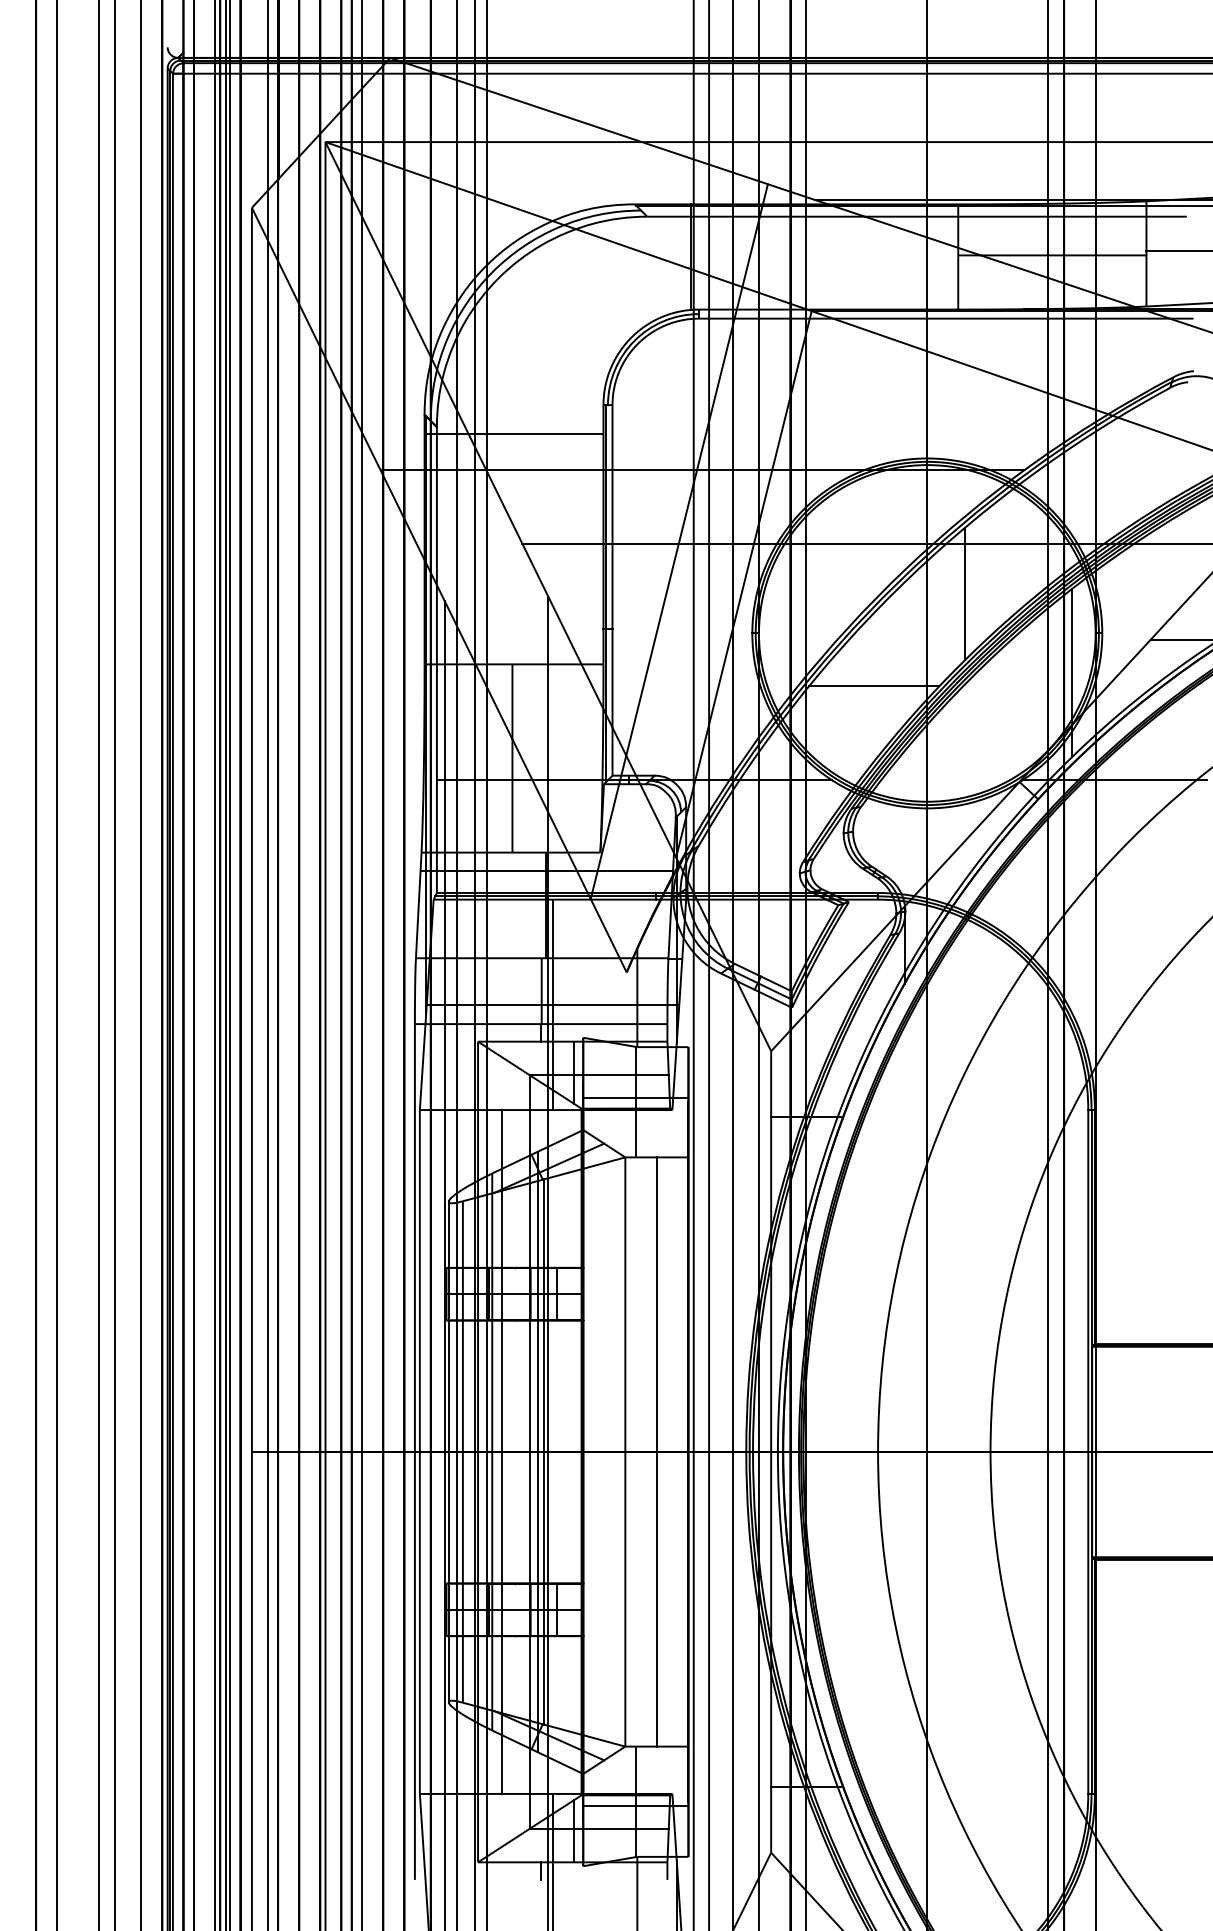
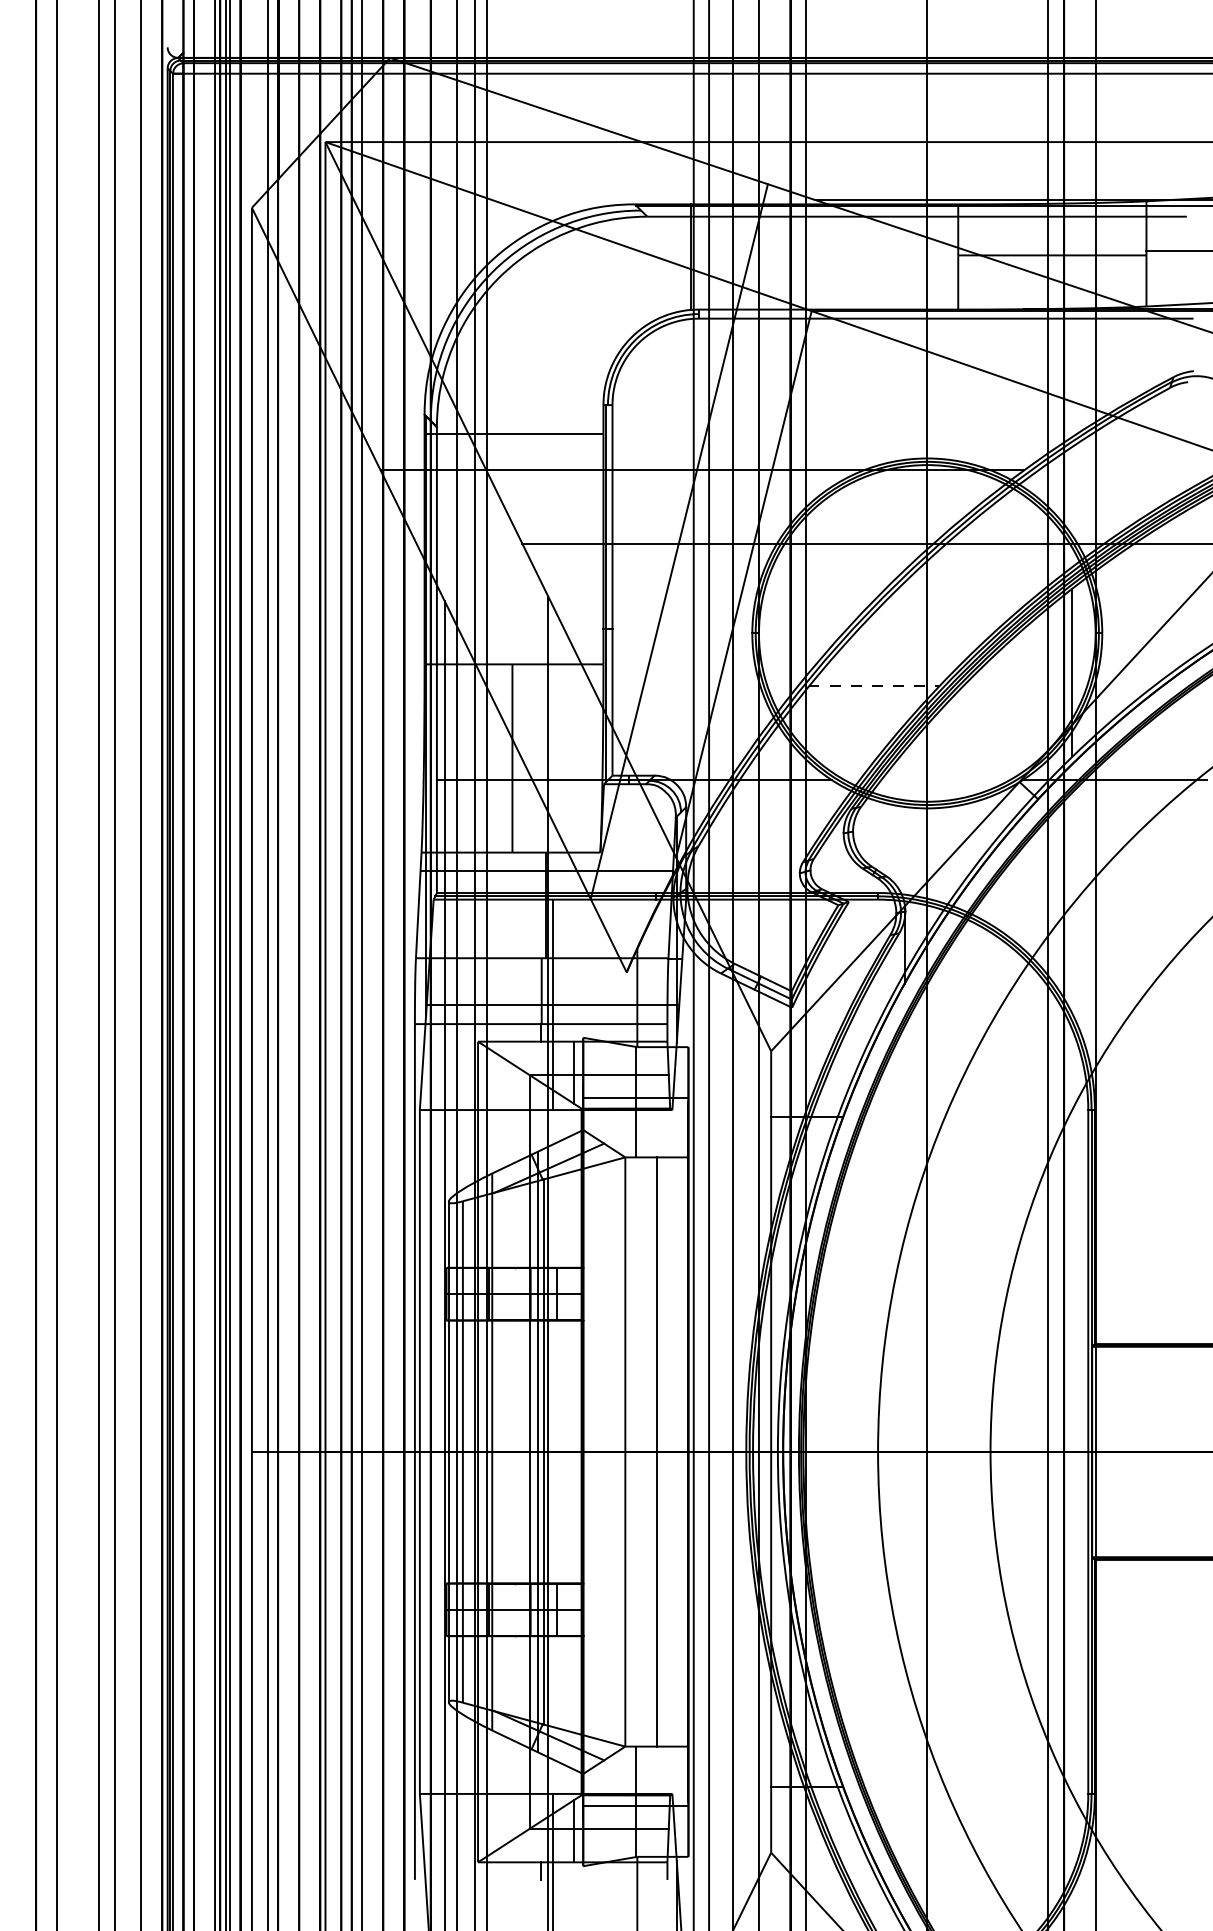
line at (964, 593): present -> none
line at (1179, 639): present -> none
line at (874, 686): solid -> dashed
line at (501, 1451): present -> none
